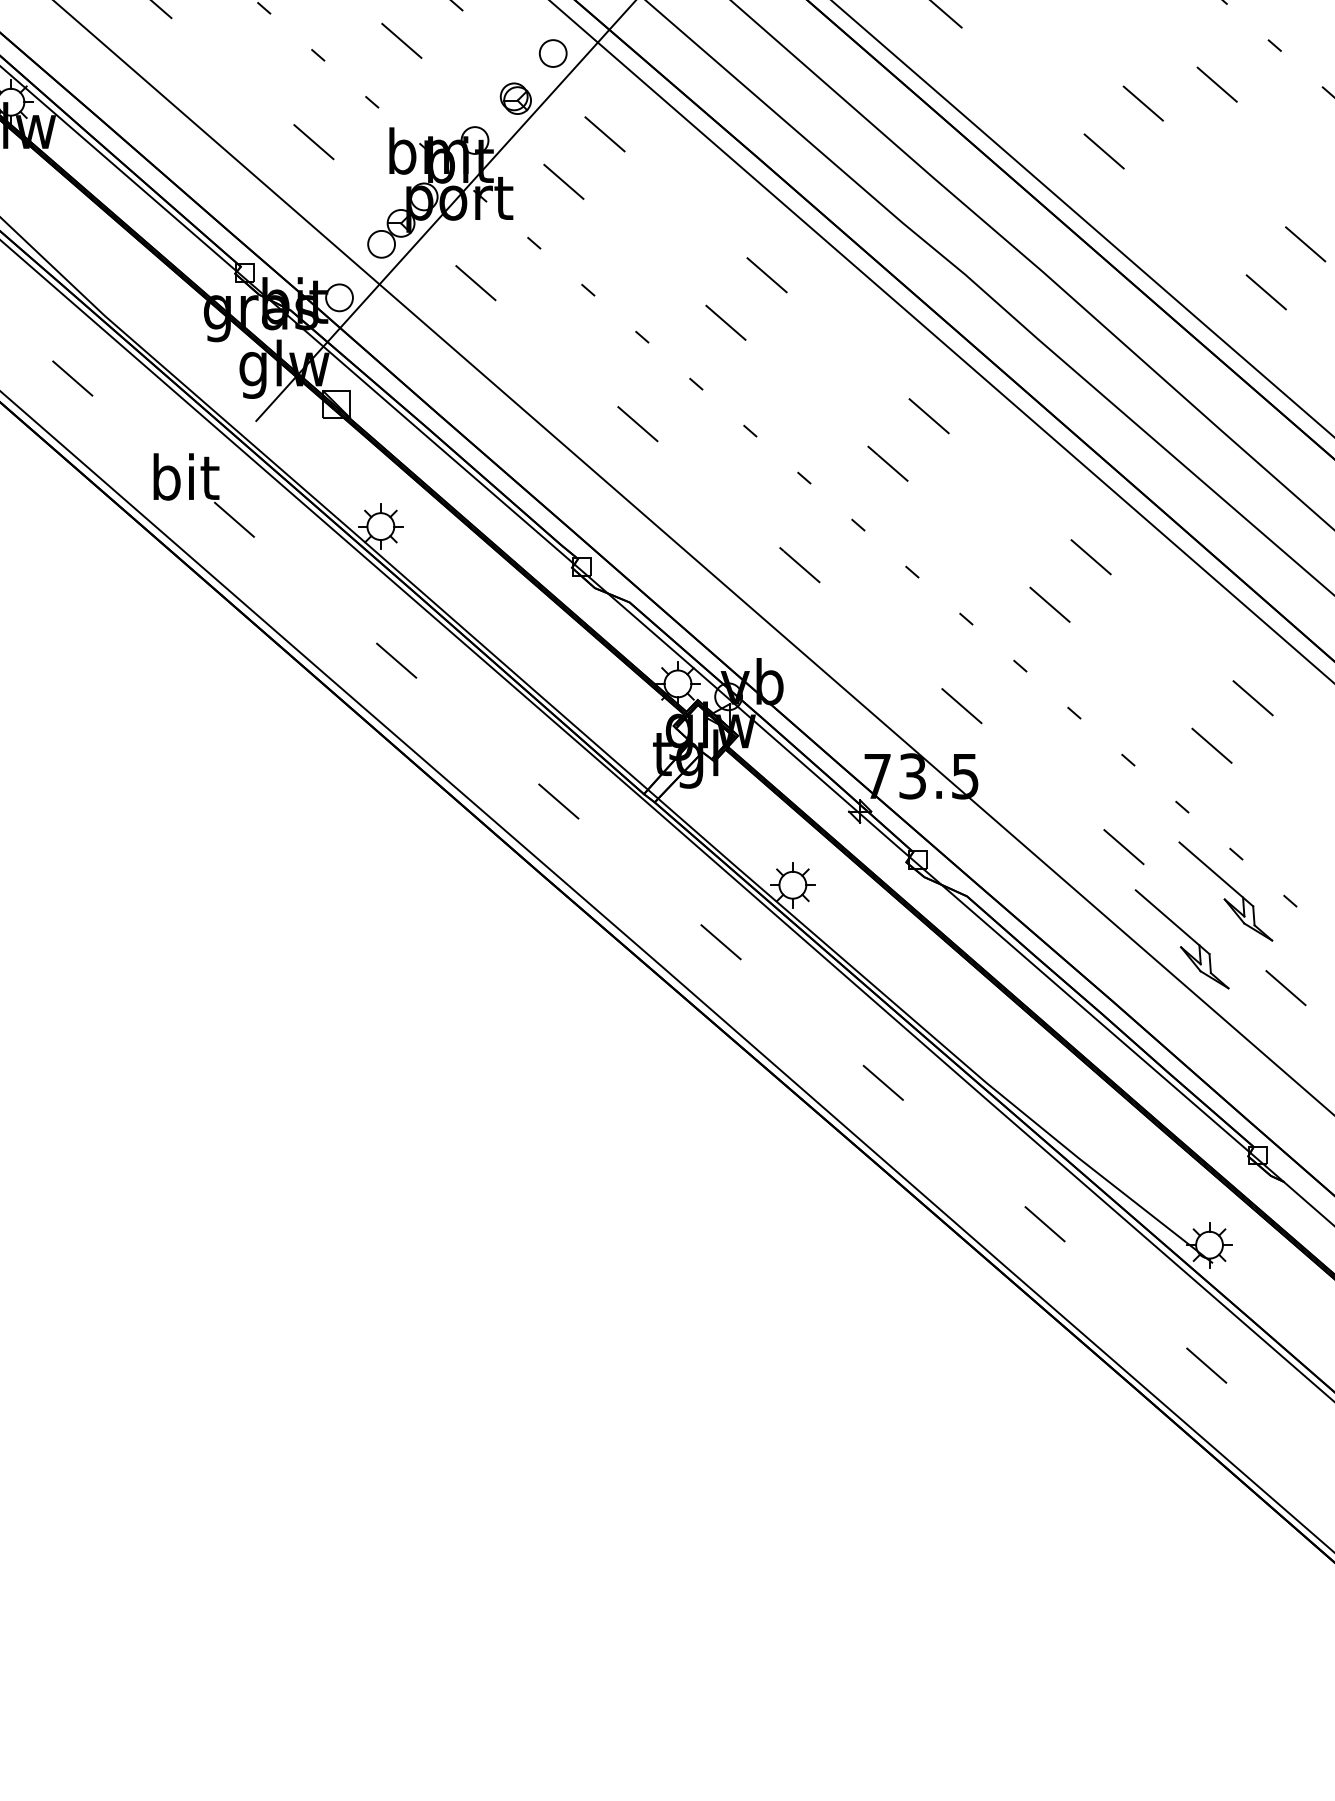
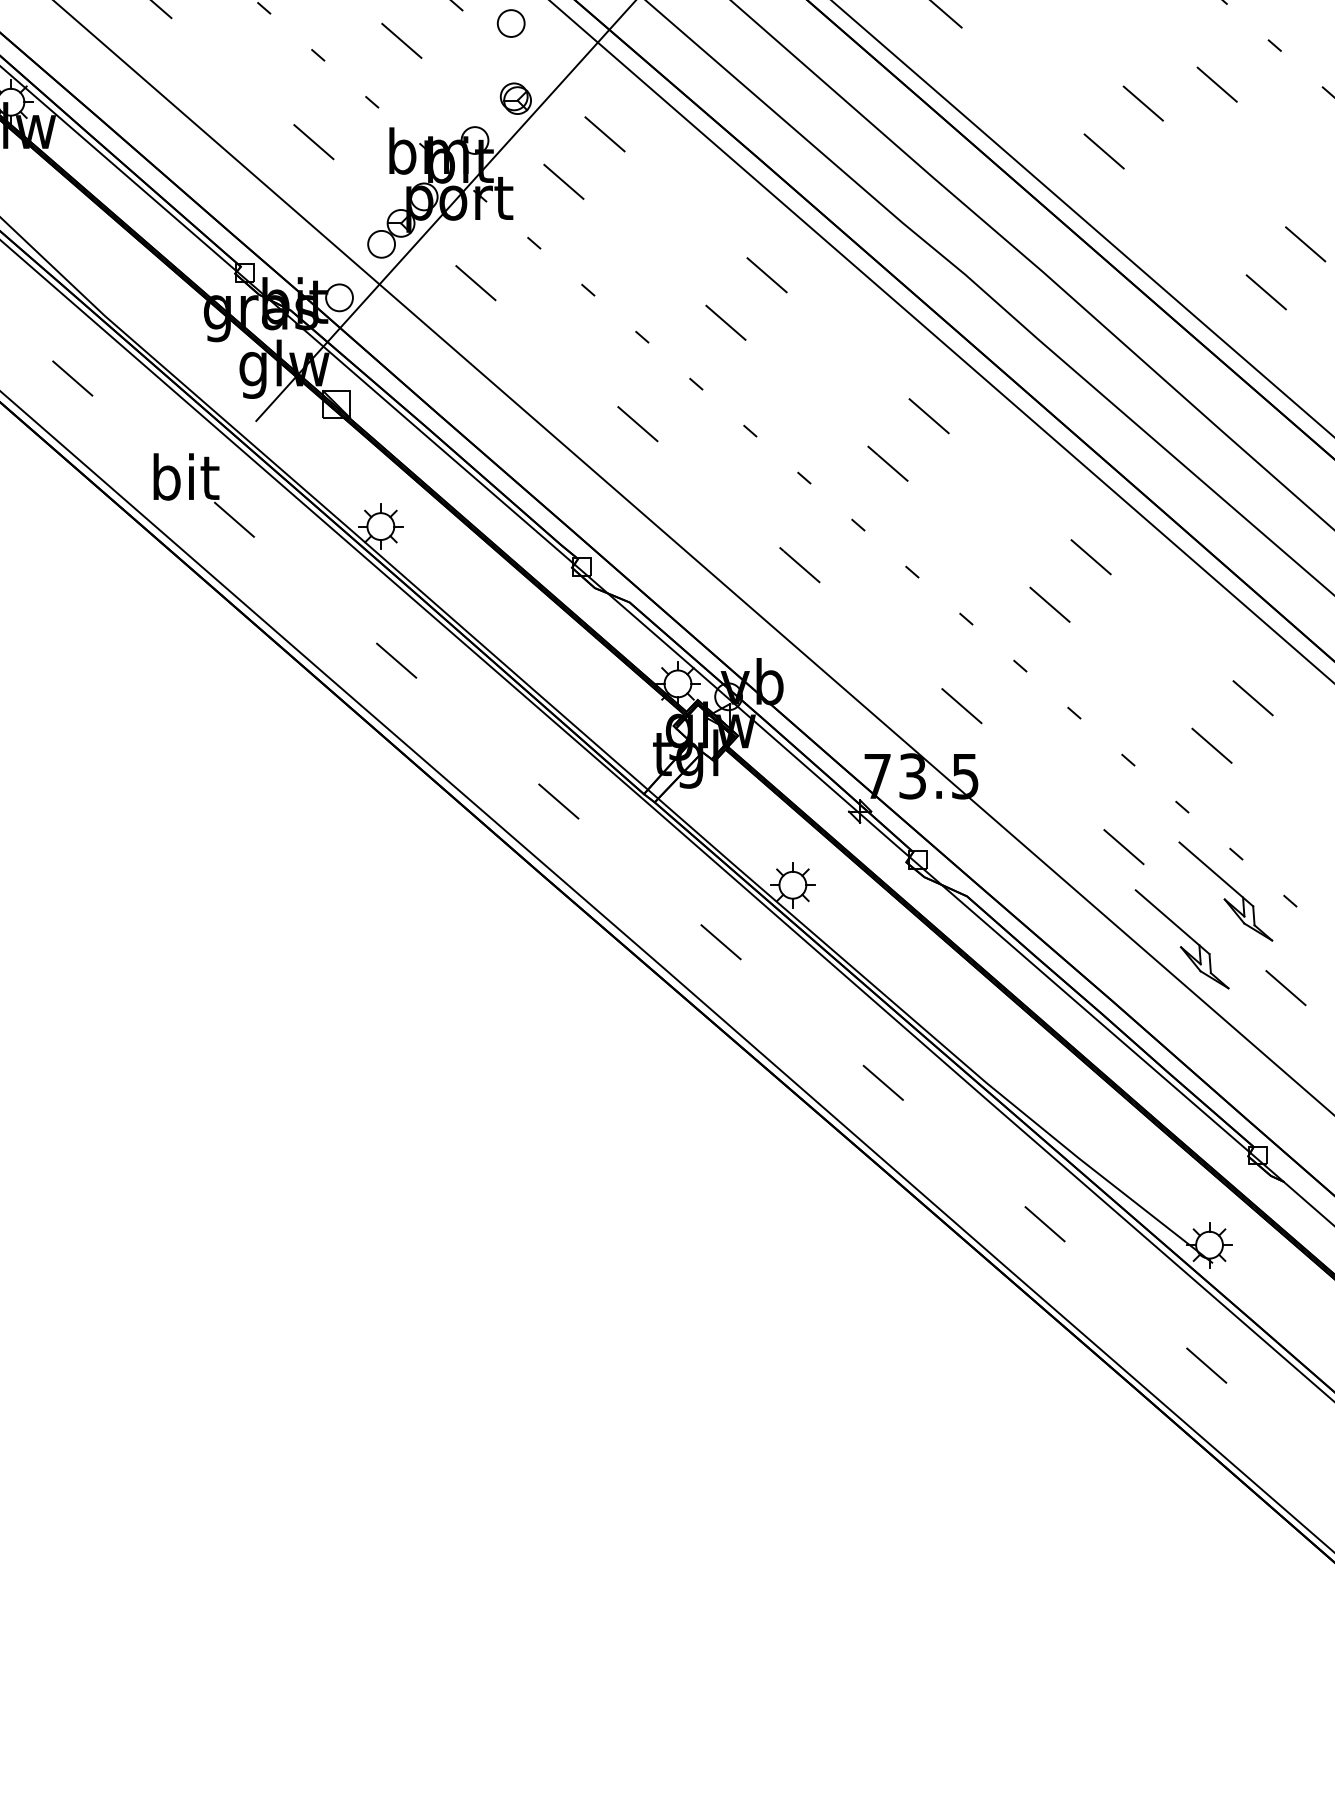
part at (552, 53) position: (552, 53) -> (510, 23)
